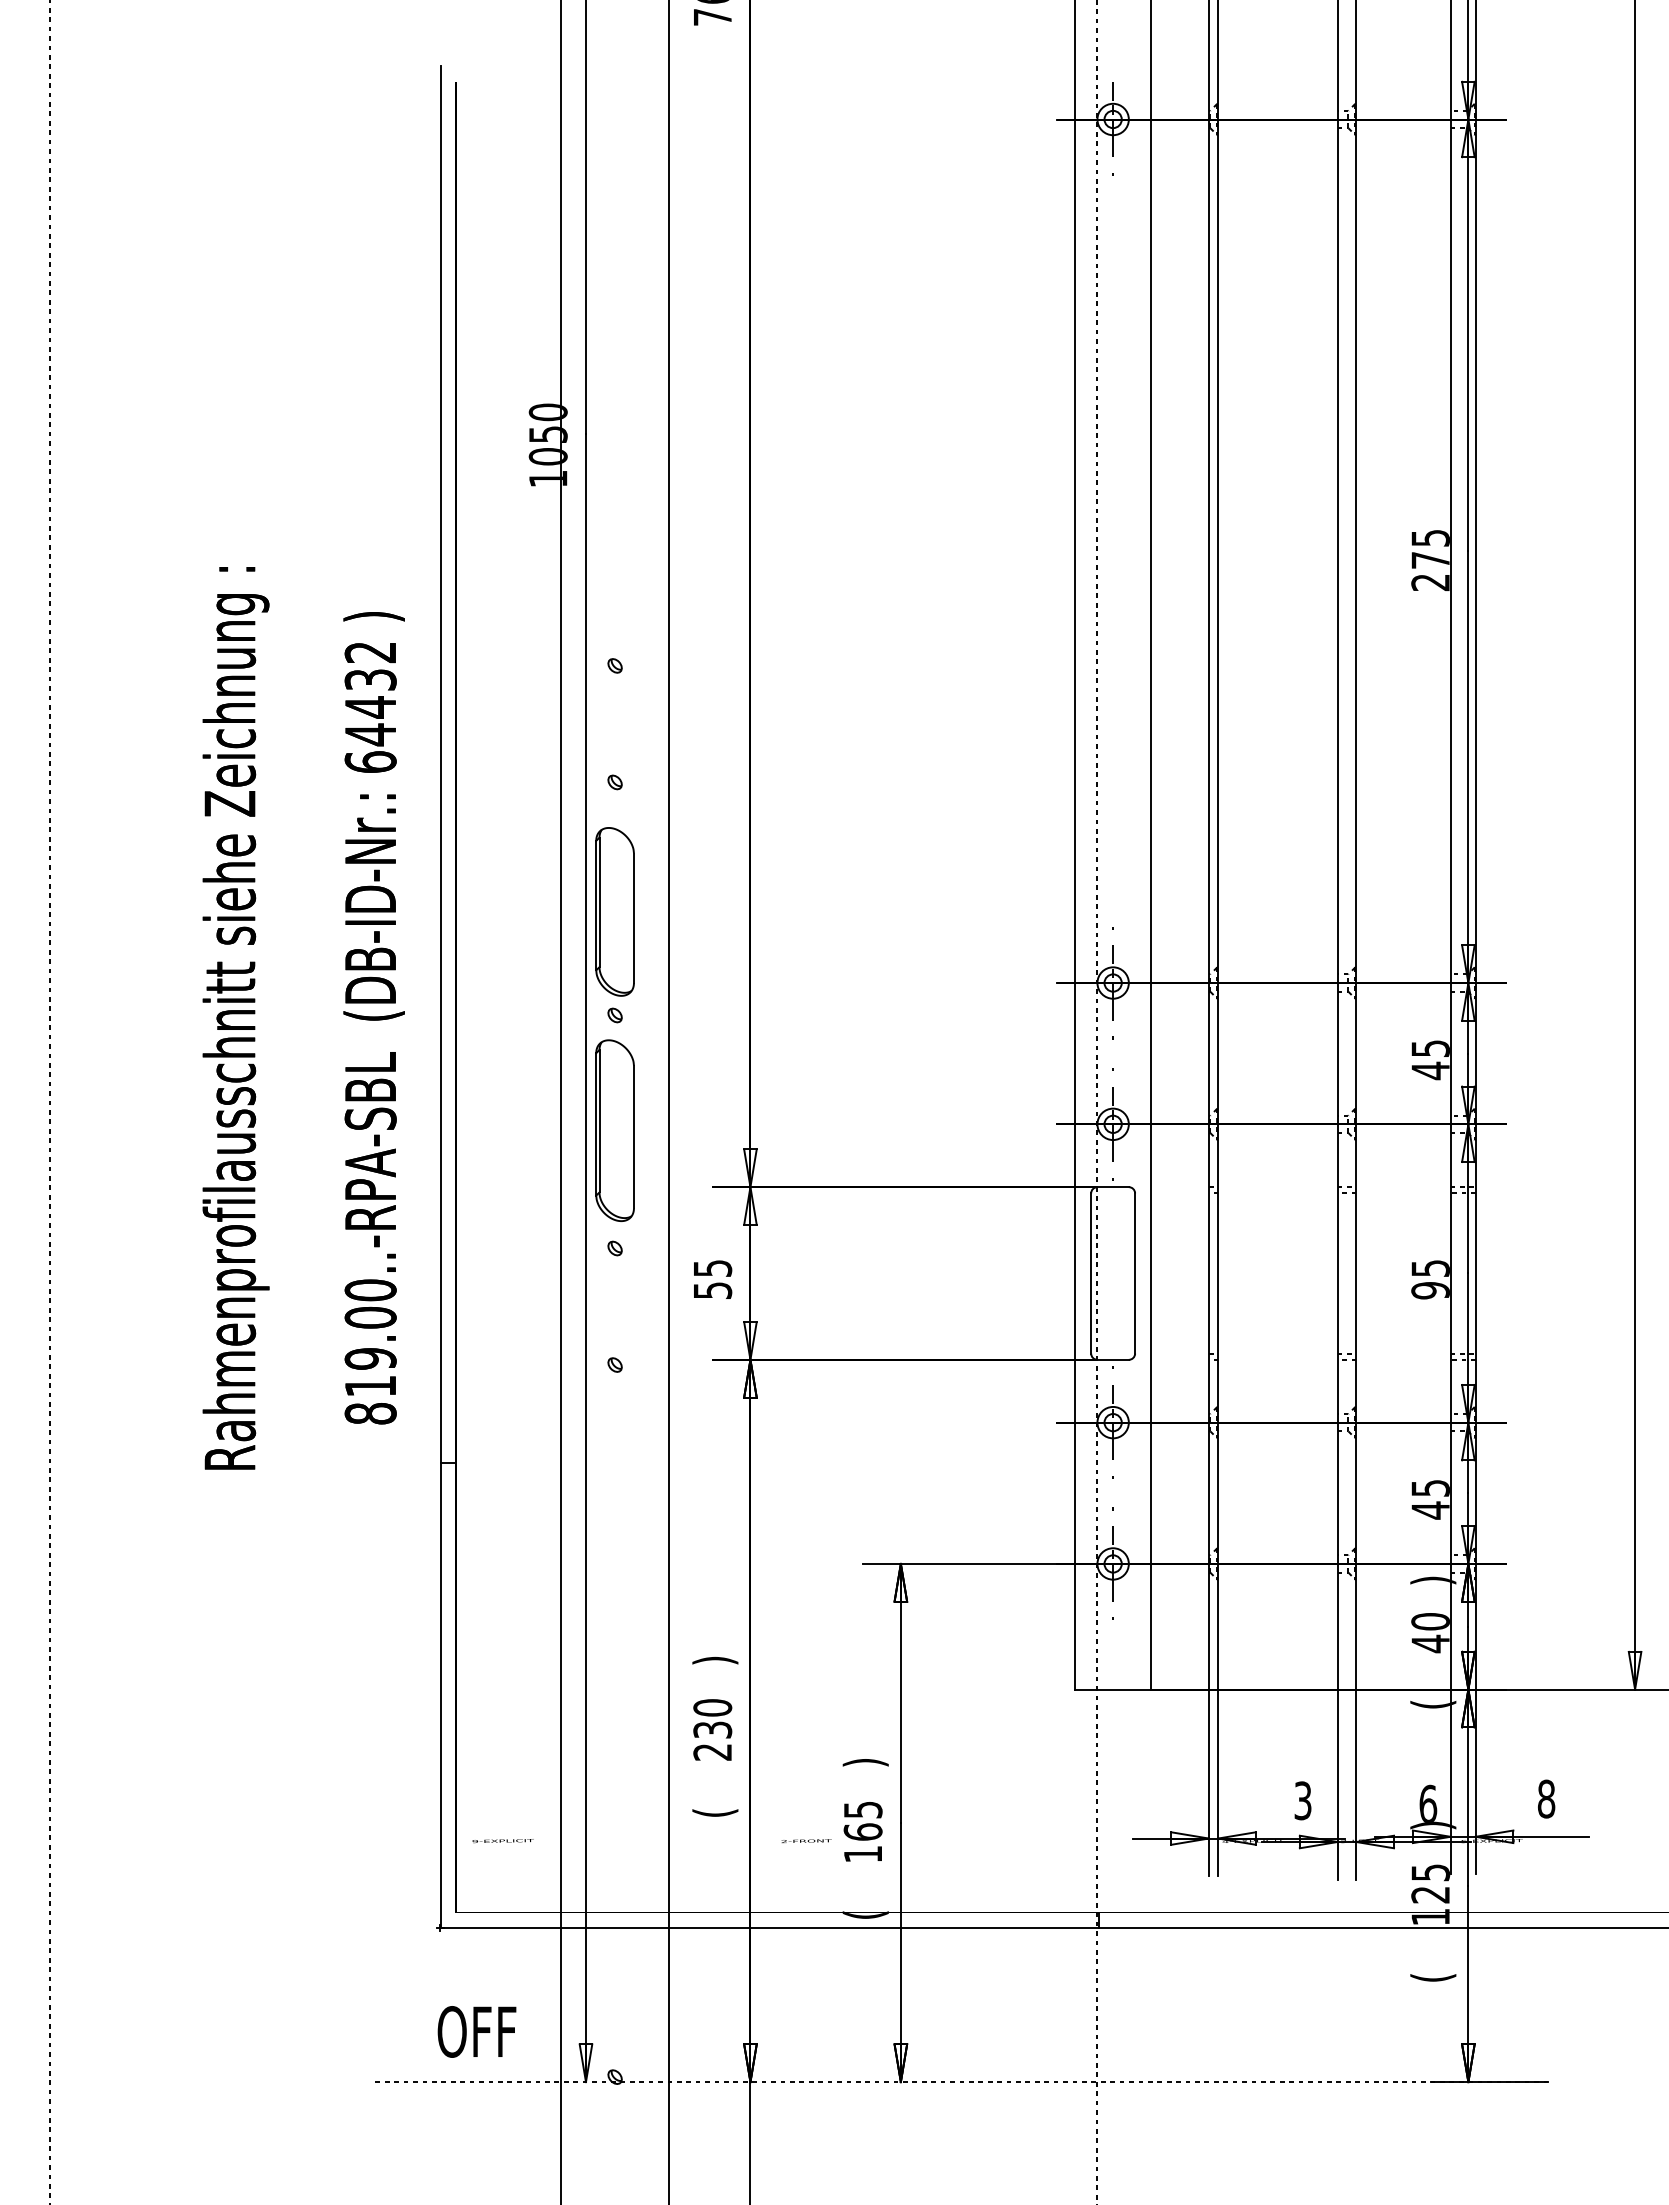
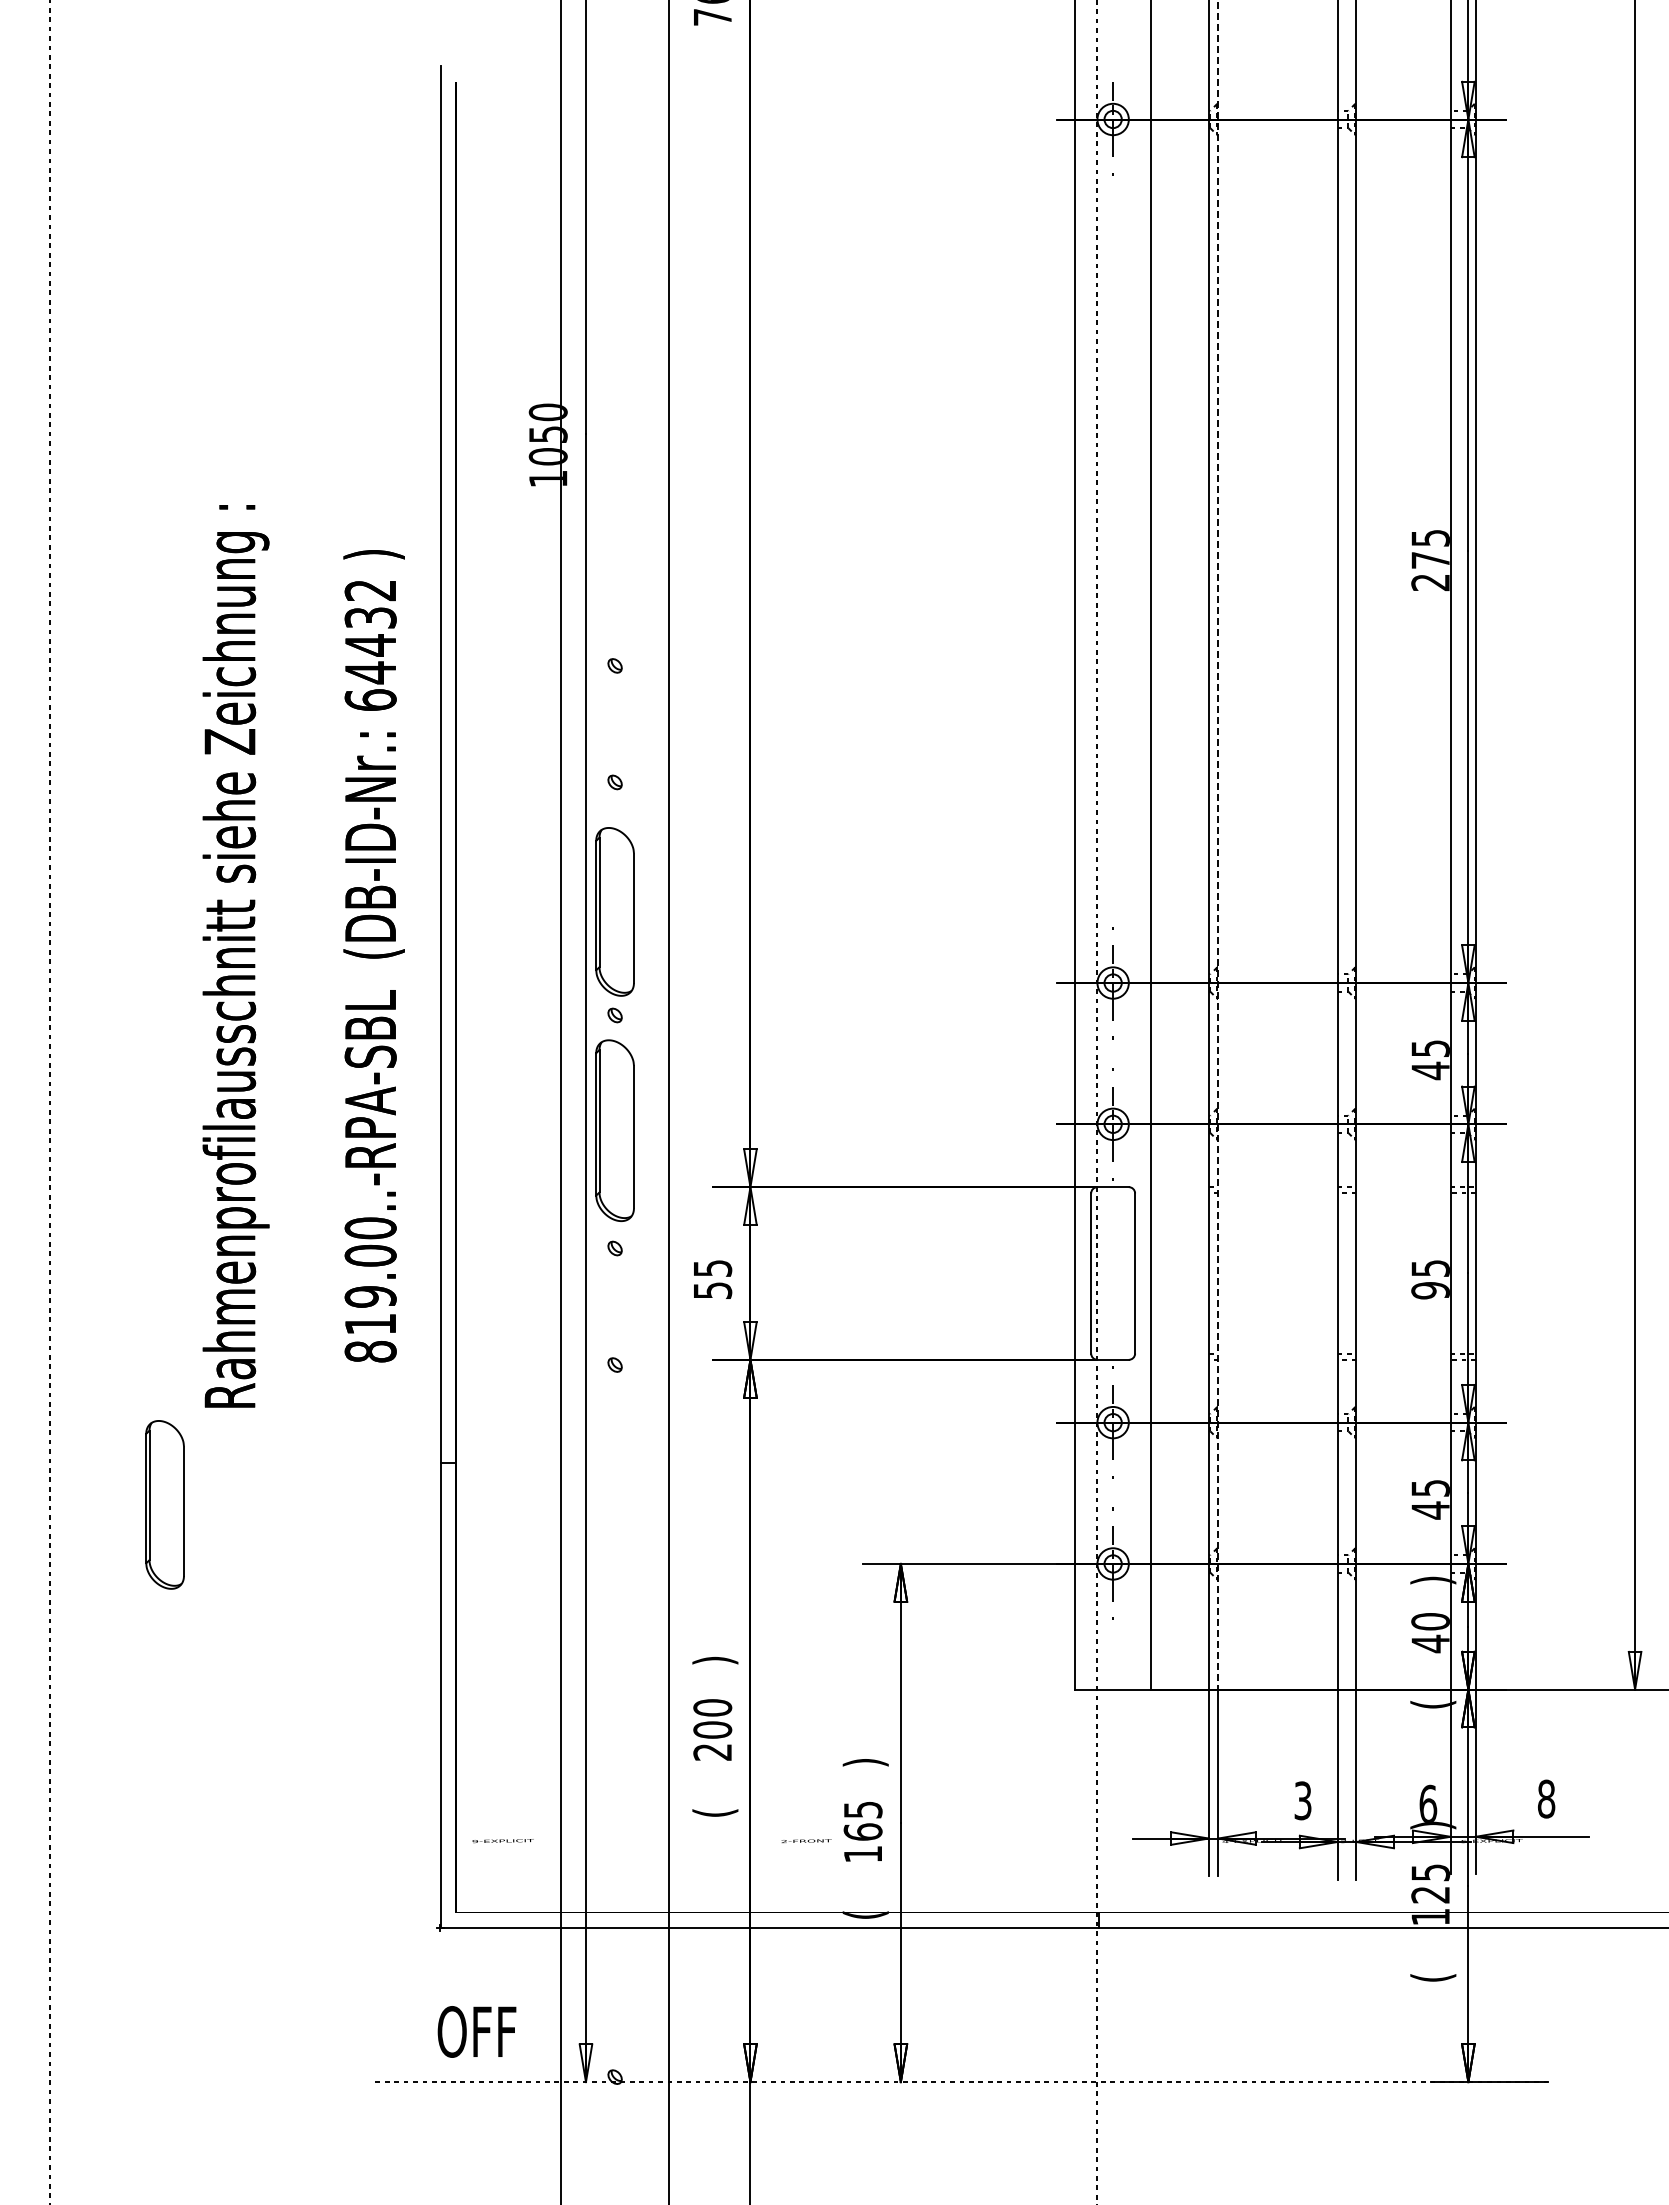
line at (1218, 845): solid -> dashed
text at (303, 1018) position: (303, 1018) -> (303, 956)
part at (164, 1504): none -> present
text at (712, 1729): 230 -> 200
